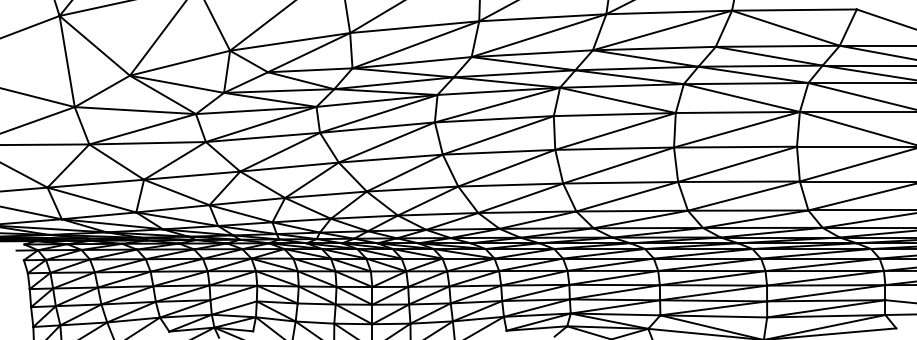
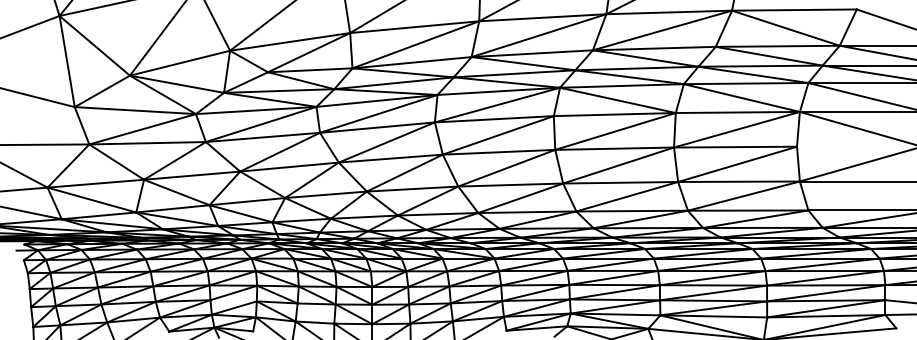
line at (38, 119): present -> none
line at (855, 146): present -> none
line at (860, 197): present -> none
